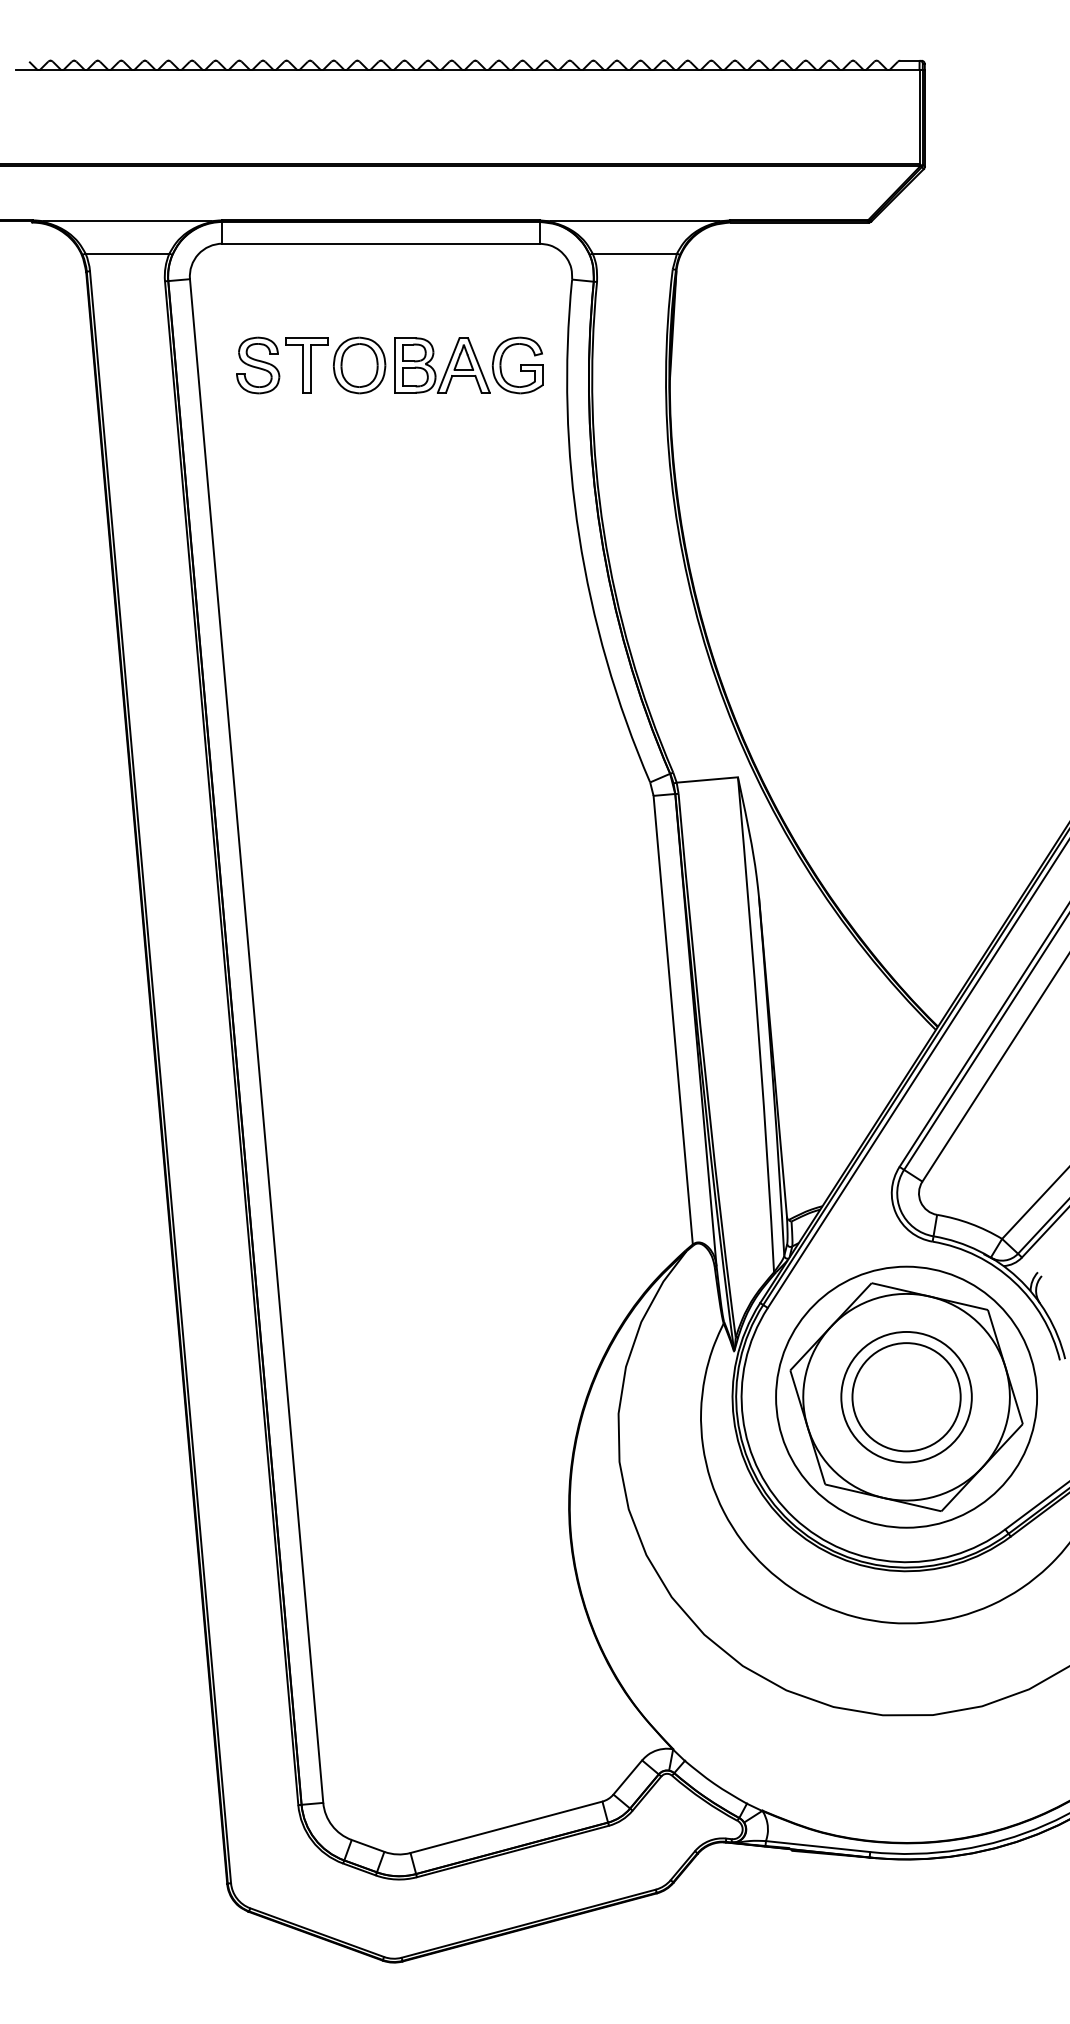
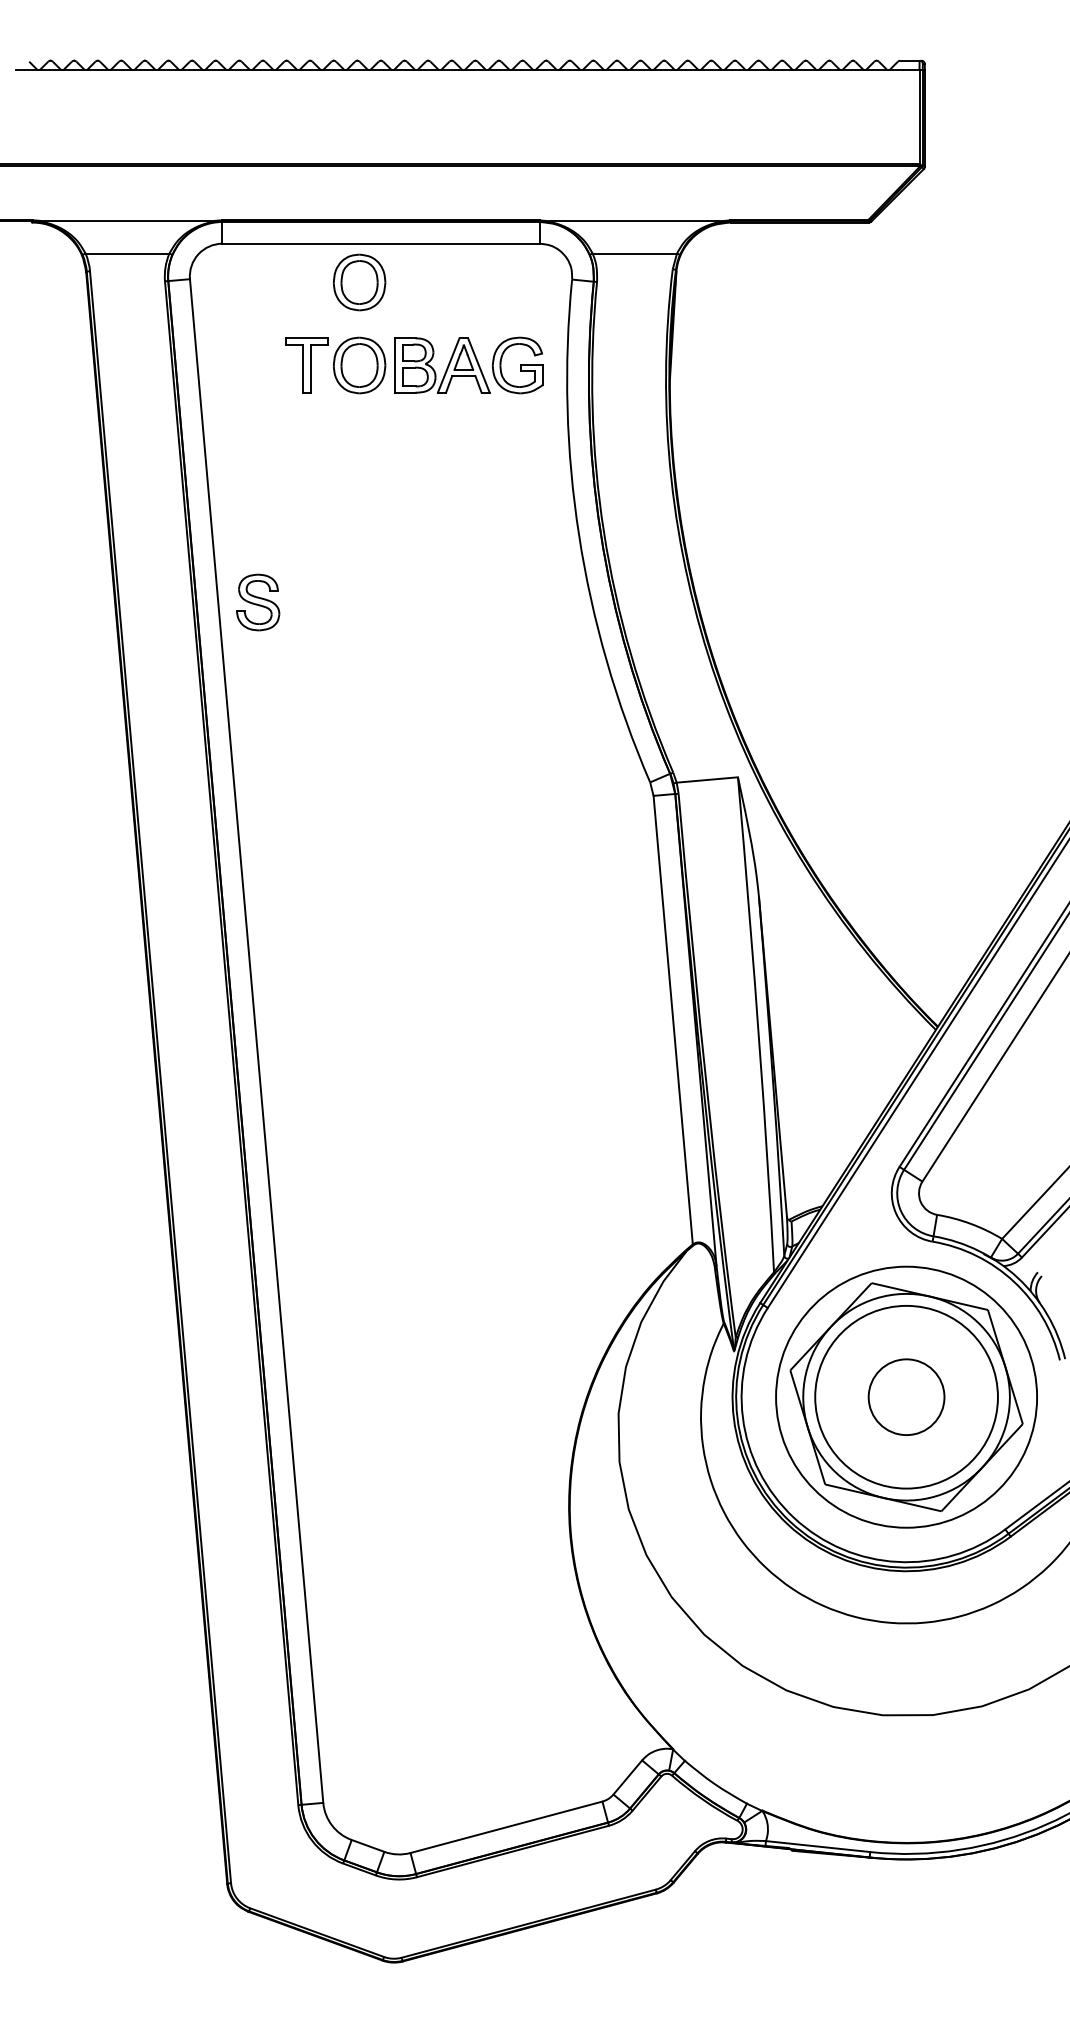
part at (359, 282): none -> present
part at (258, 365) position: (258, 365) -> (258, 602)
circle at (906, 1396) diameter: 131 px -> 183 px
circle at (906, 1397) diameter: 108 px -> 76 px
